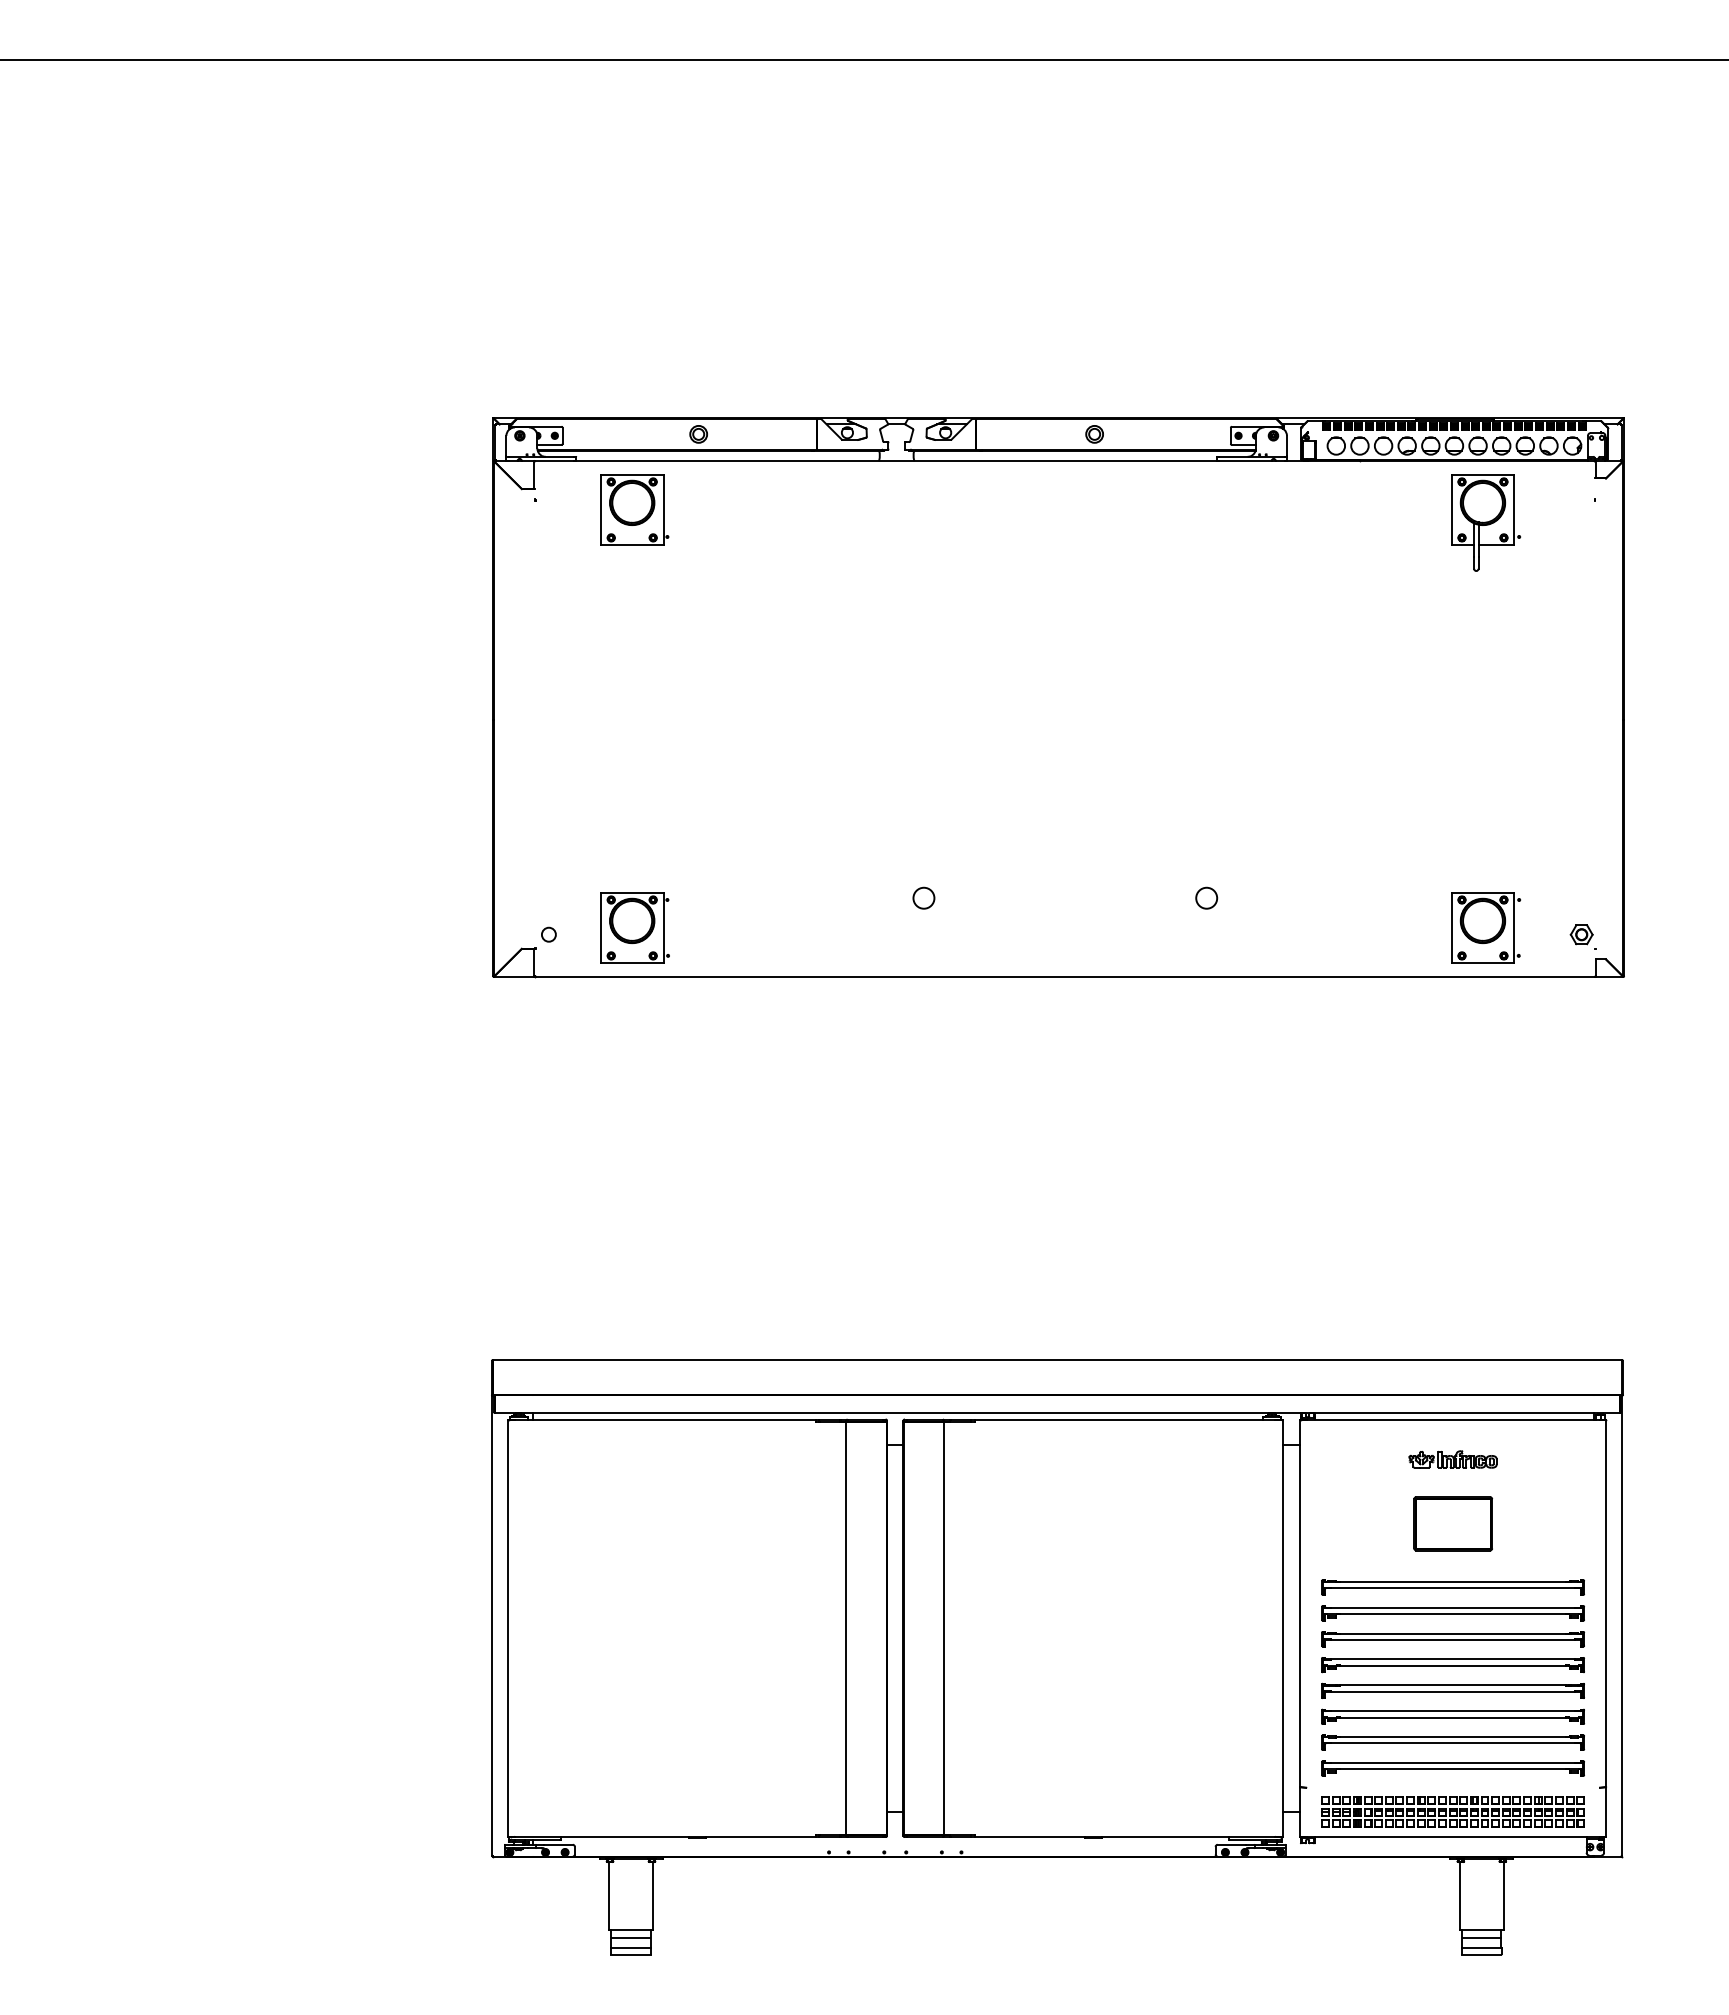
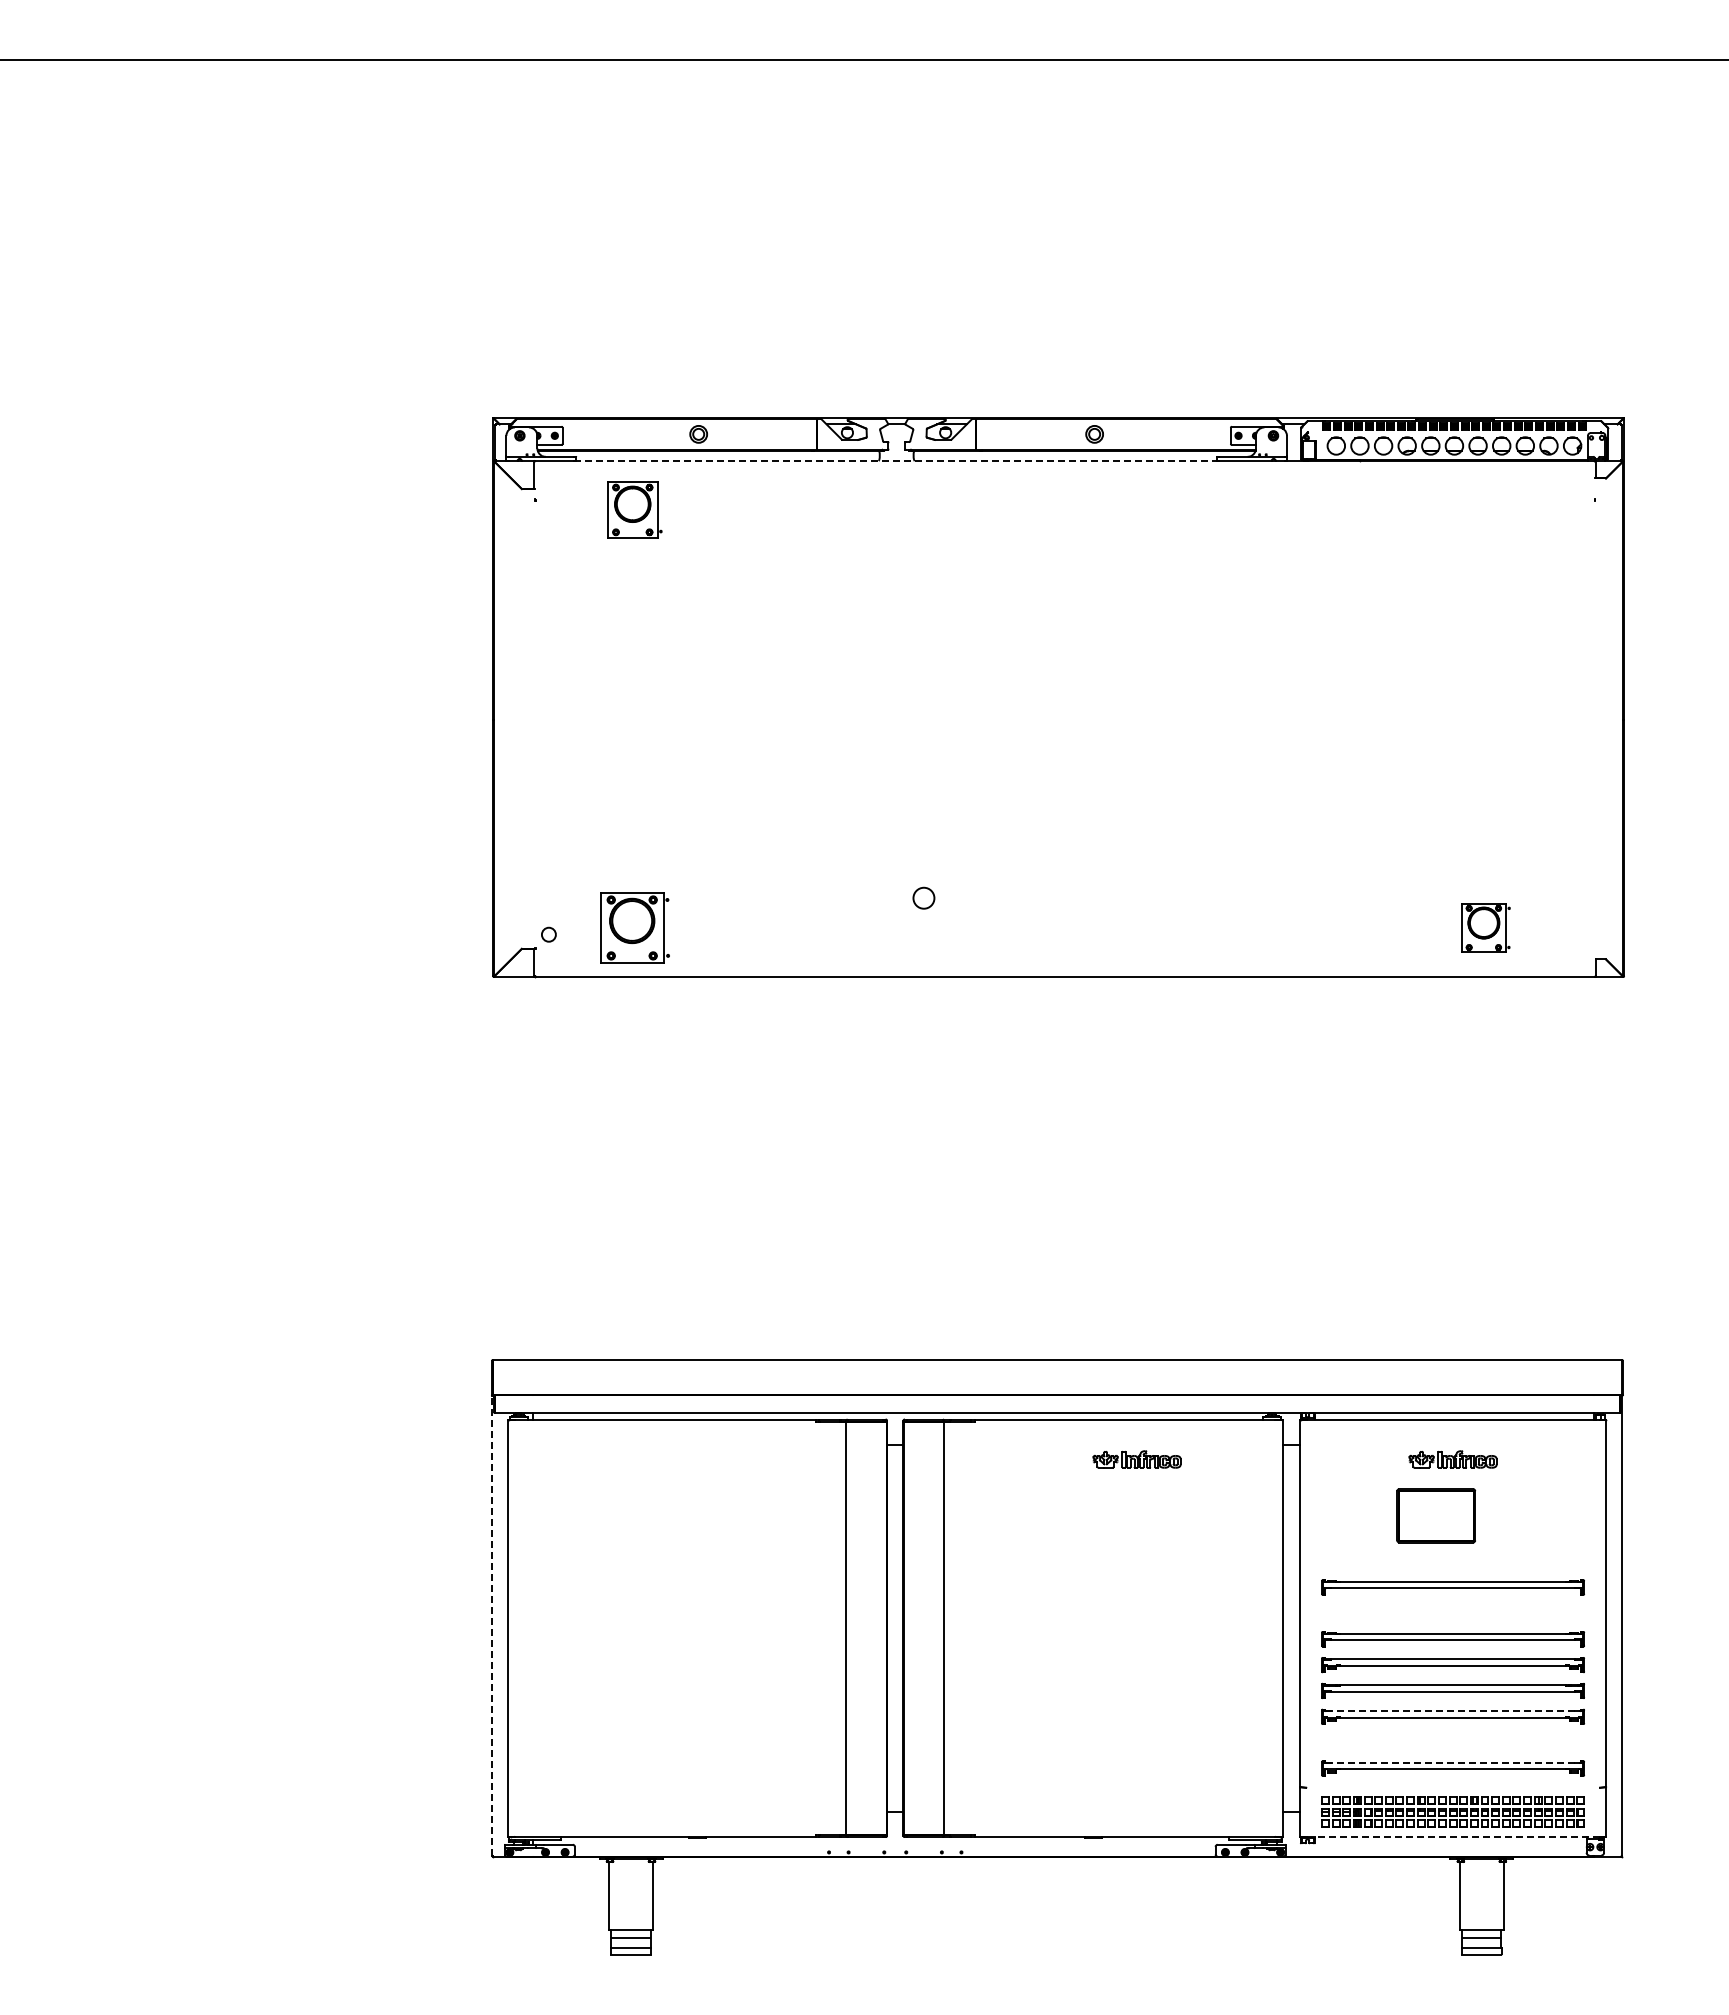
line at (897, 461): solid -> dashed
part at (634, 509) size: 70x72 px -> 56x58 px
part at (1485, 522): present -> none
circle at (1206, 897): present -> none
part at (1485, 927) size: 70x72 px -> 50x50 px
part at (1582, 936): present -> none
part at (1136, 1459): none -> present
part at (1453, 1523) position: (1453, 1523) -> (1436, 1515)
part at (1452, 1613): present -> none
line at (492, 1625): solid -> dashed
line at (1453, 1711): solid -> dashed
part at (1452, 1742): present -> none
line at (1453, 1762): solid -> dashed
line at (1453, 1837): solid -> dashed
